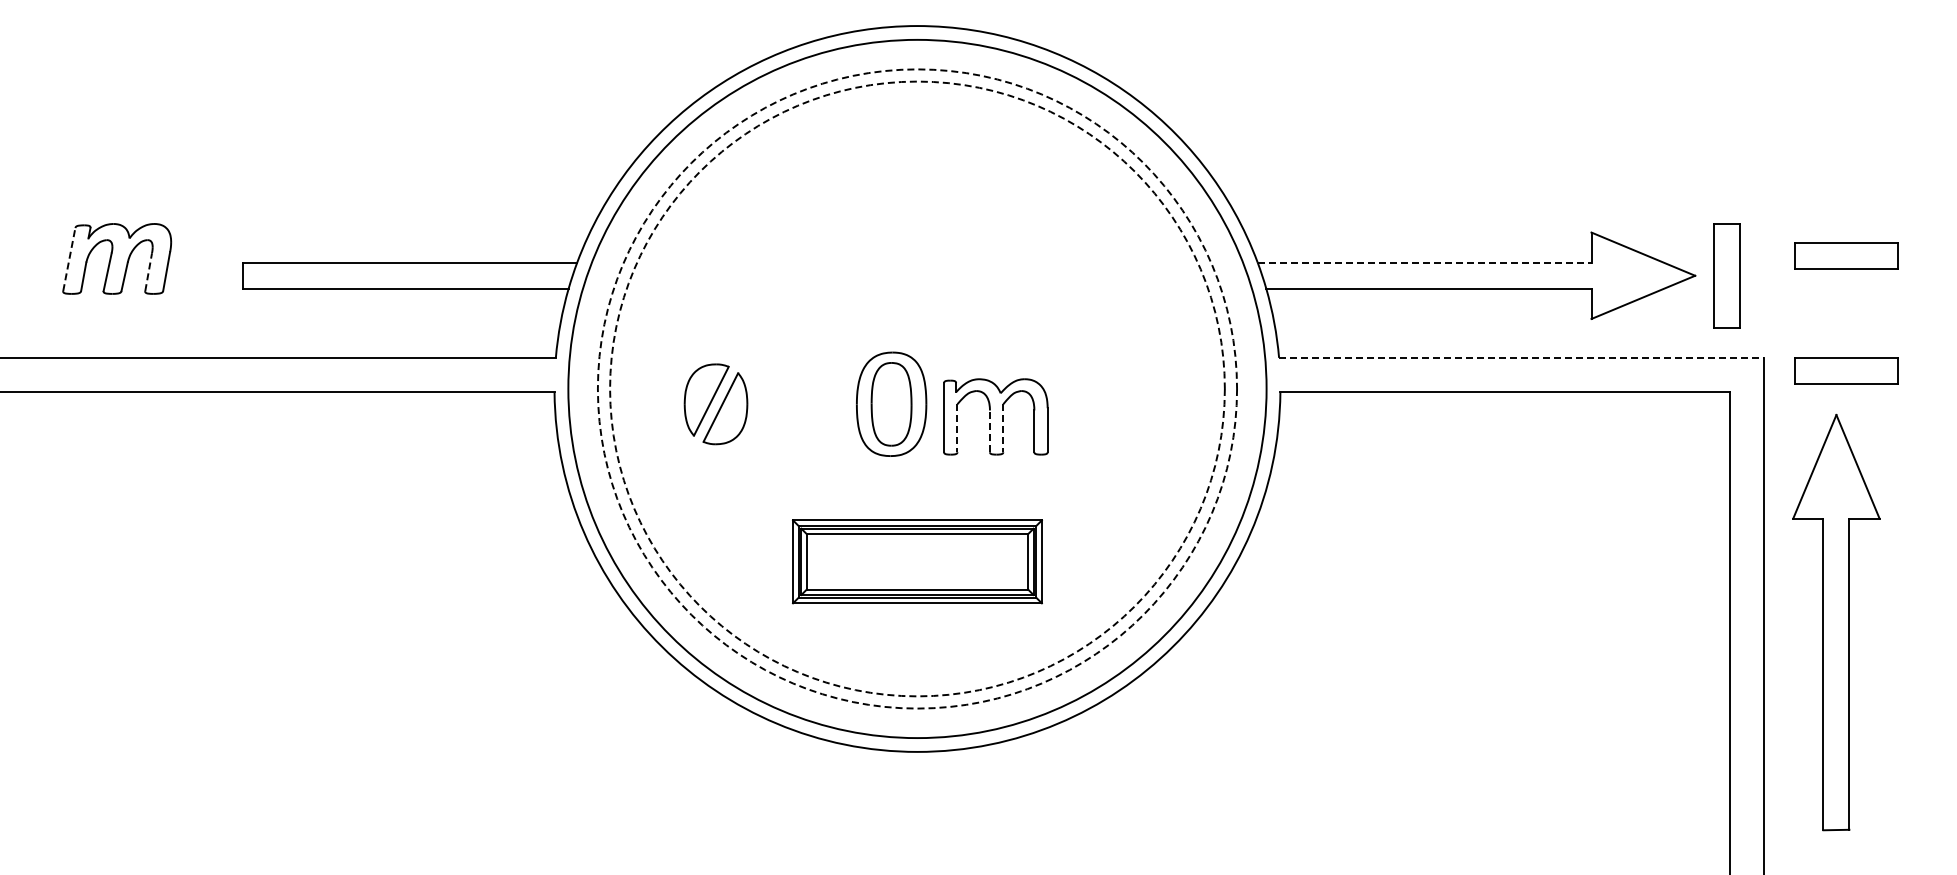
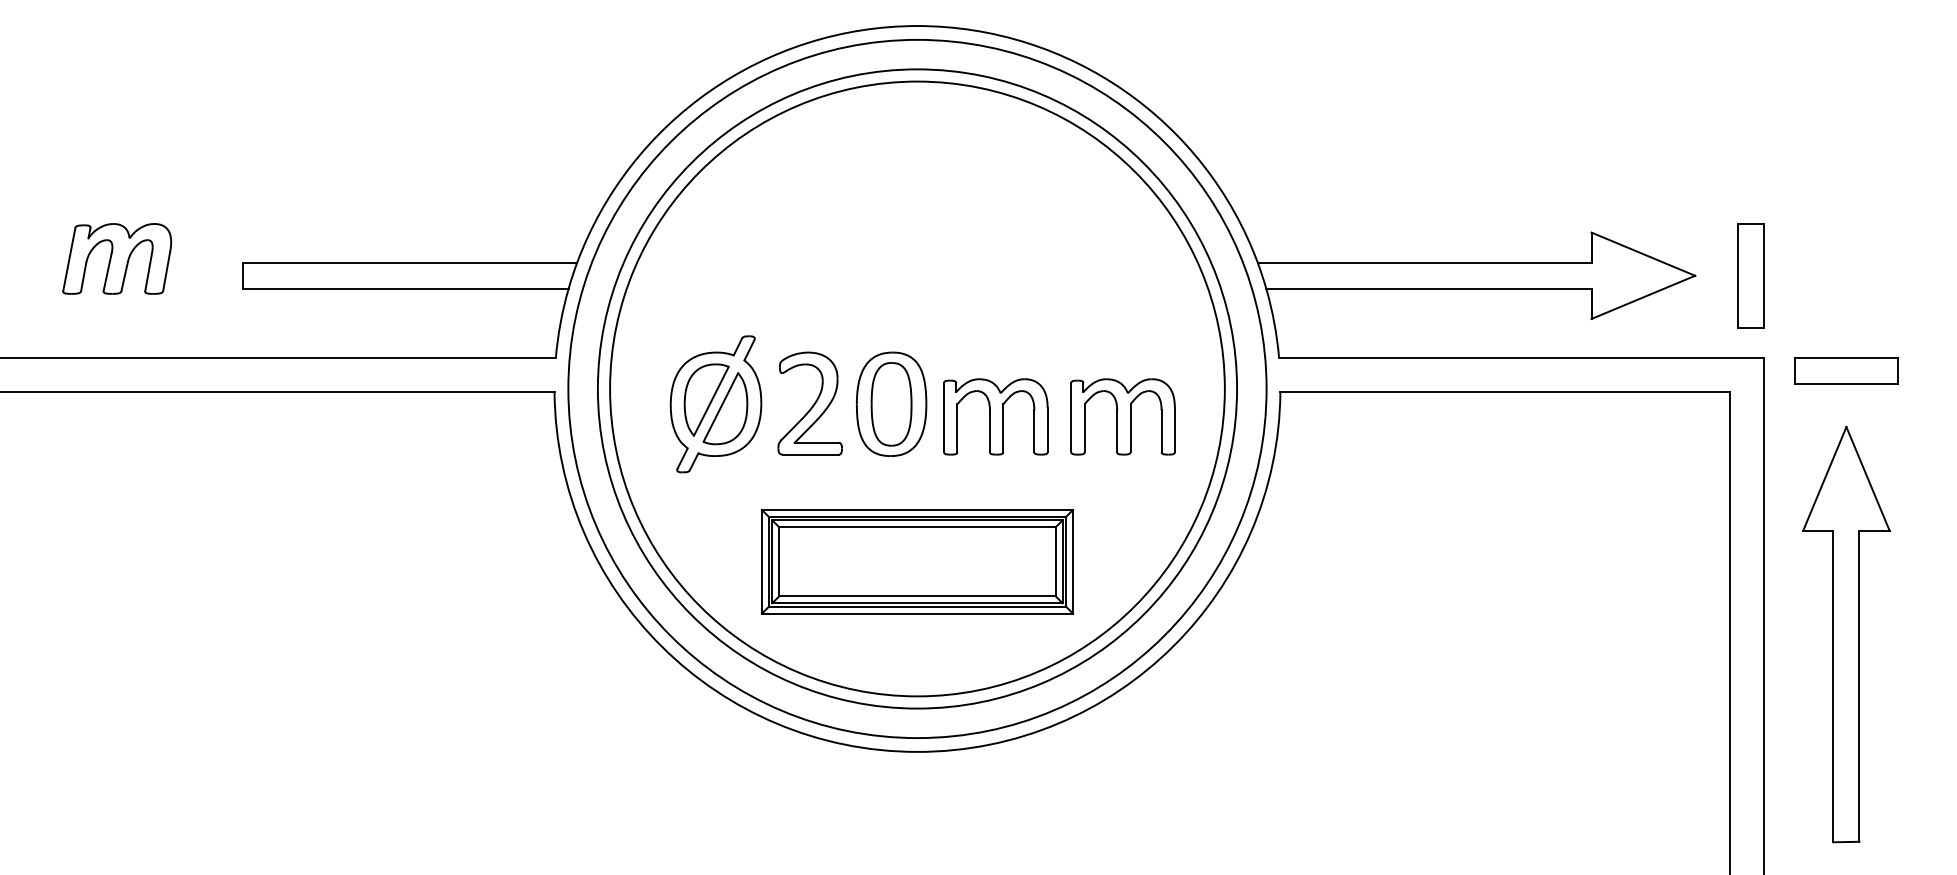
part at (1846, 255): present -> none
line at (69, 259): dashed -> solid
line at (1424, 262): dashed -> solid
line at (148, 271): dashed -> solid
part at (1726, 275) position: (1726, 275) -> (1750, 275)
line at (1521, 357): dashed -> solid
circle at (917, 388): dashed -> solid
circle at (917, 388): dashed -> solid
part at (809, 403): none -> present
part at (715, 404): none -> present
part at (1122, 416): none -> present
line at (957, 428): dashed -> solid
line at (1003, 428): dashed -> solid
line at (990, 431): dashed -> solid
part at (917, 561) size: 251x86 px -> 315x106 px
part at (1836, 622) position: (1836, 622) -> (1846, 634)
